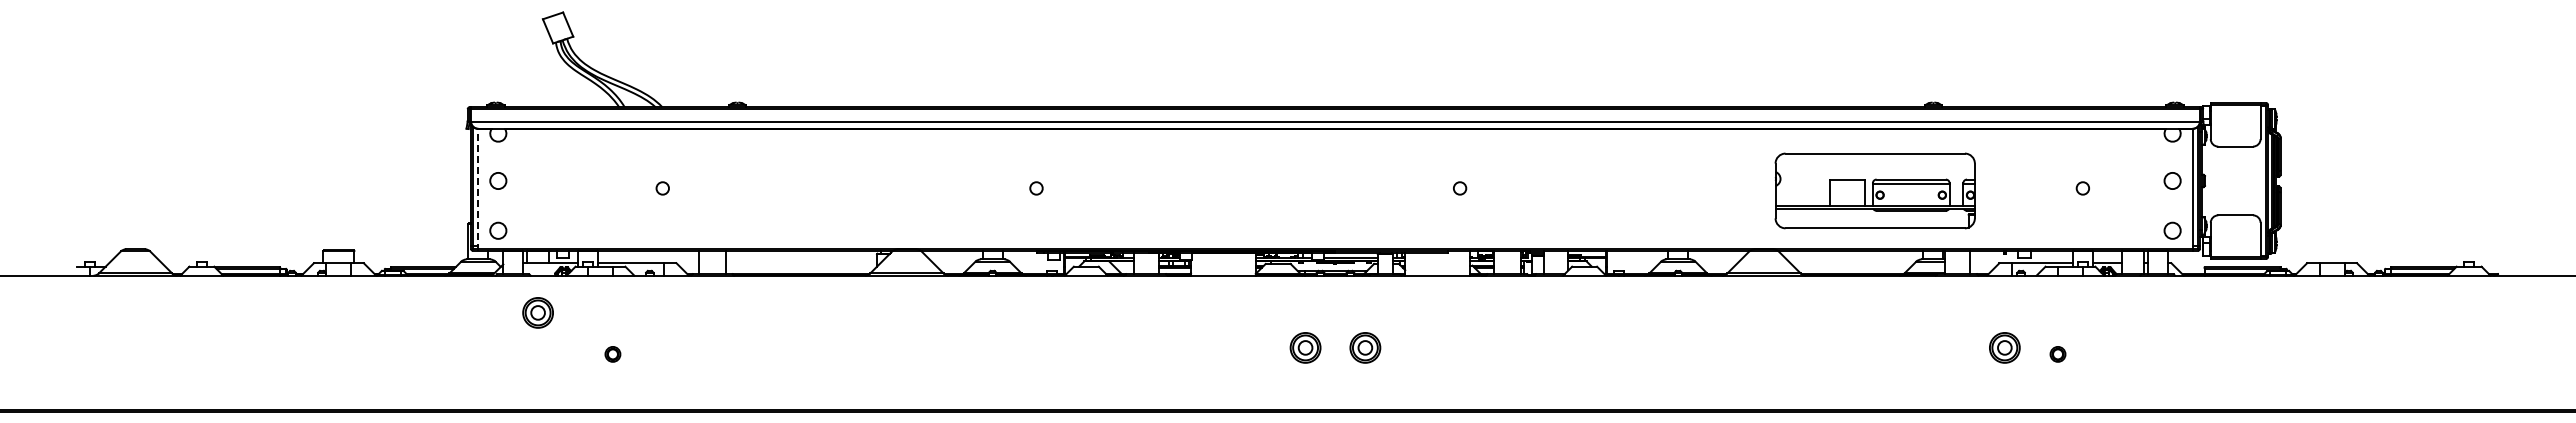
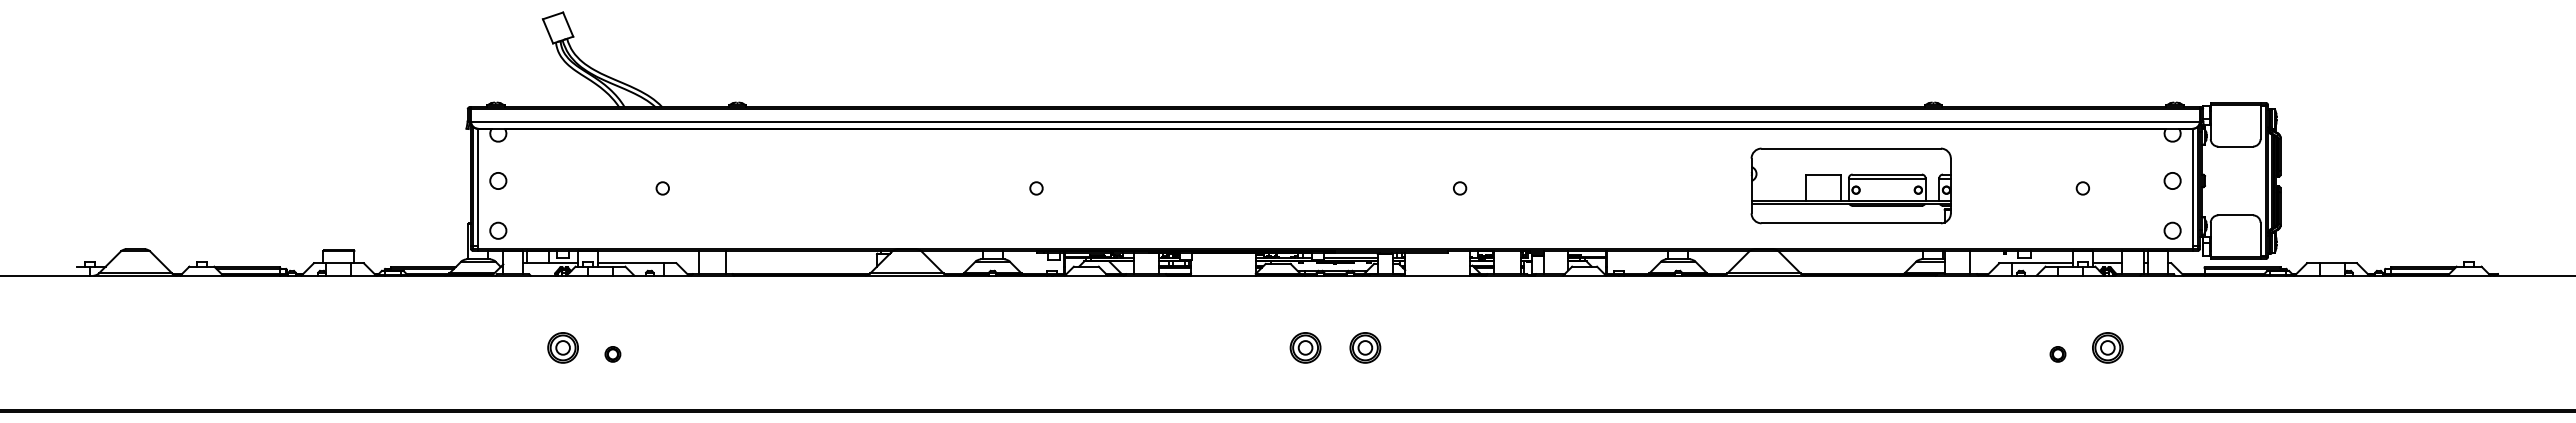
line at (477, 189): dashed -> solid
part at (1874, 190) position: (1874, 190) -> (1850, 185)
part at (537, 312) position: (537, 312) -> (562, 347)
part at (2004, 347) position: (2004, 347) -> (2107, 347)
